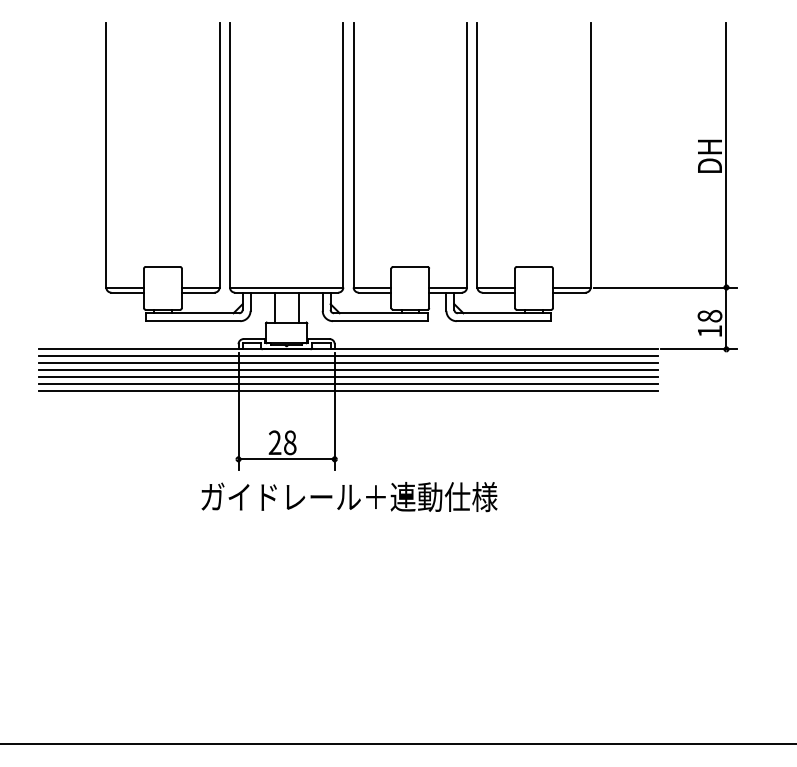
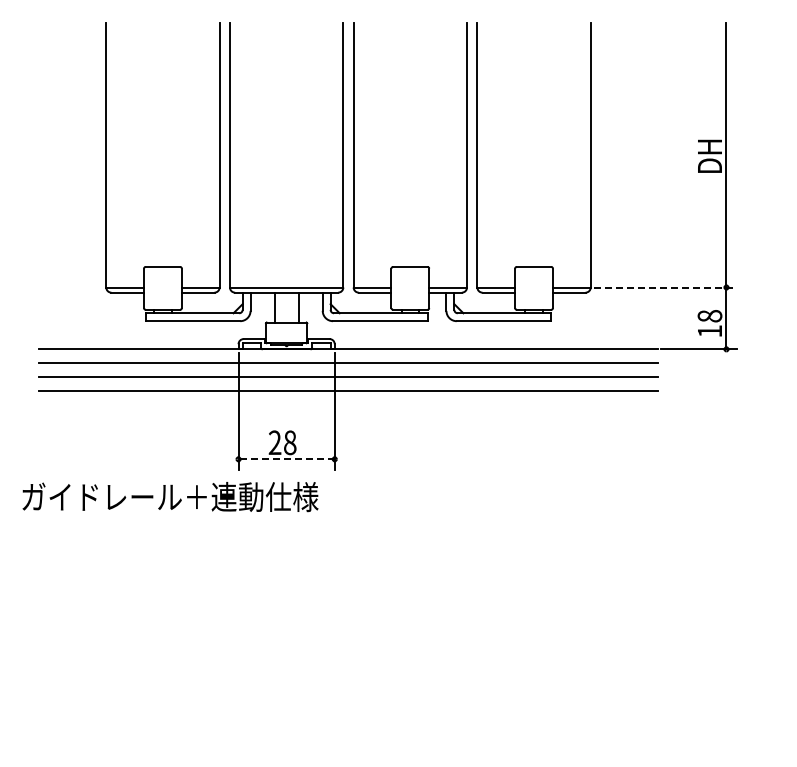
line at (665, 287): solid -> dashed
line at (348, 356): present -> none
line at (348, 369): present -> none
line at (348, 383): present -> none
line at (286, 459): solid -> dashed
text at (349, 497) position: (349, 497) -> (170, 497)
line at (397, 744): present -> none
